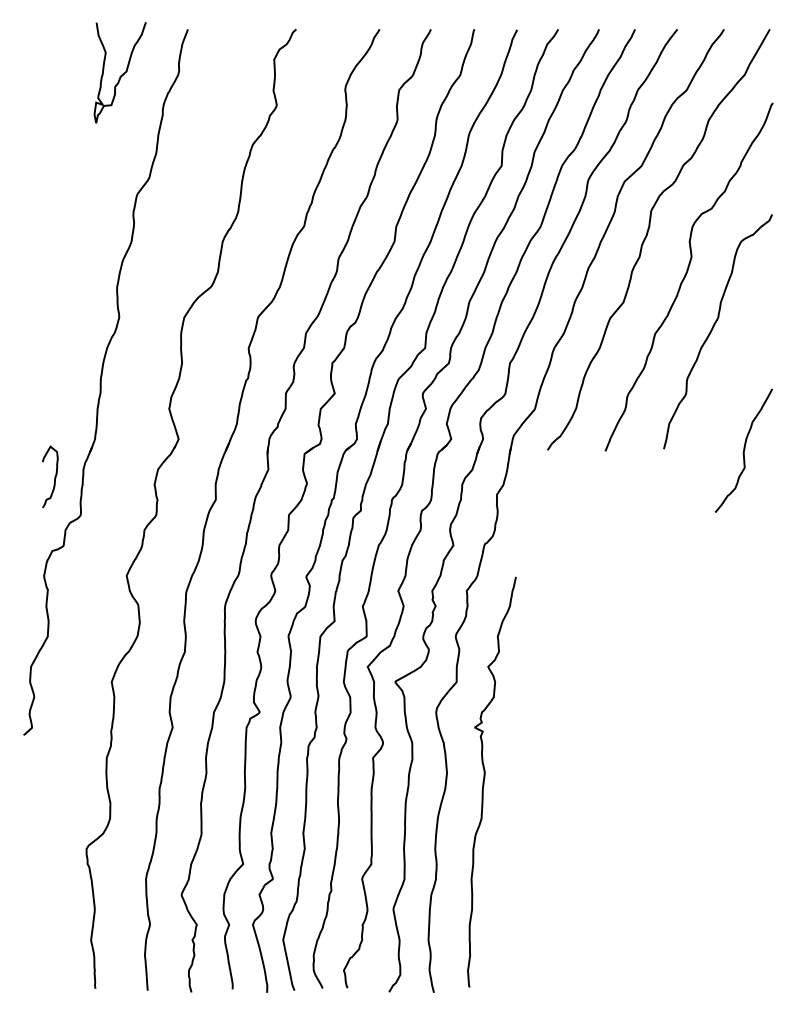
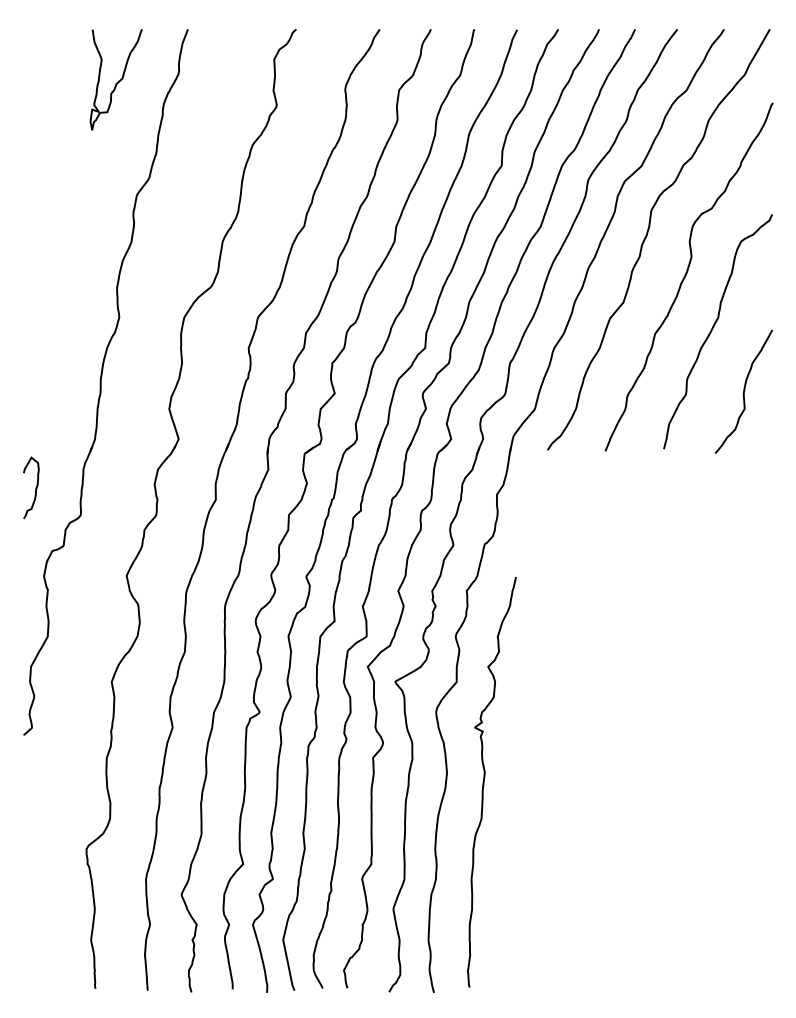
curve at (121, 74) position: (121, 74) -> (117, 81)
curve at (743, 450) position: (743, 450) -> (743, 391)
curve at (54, 476) position: (54, 476) -> (35, 487)
